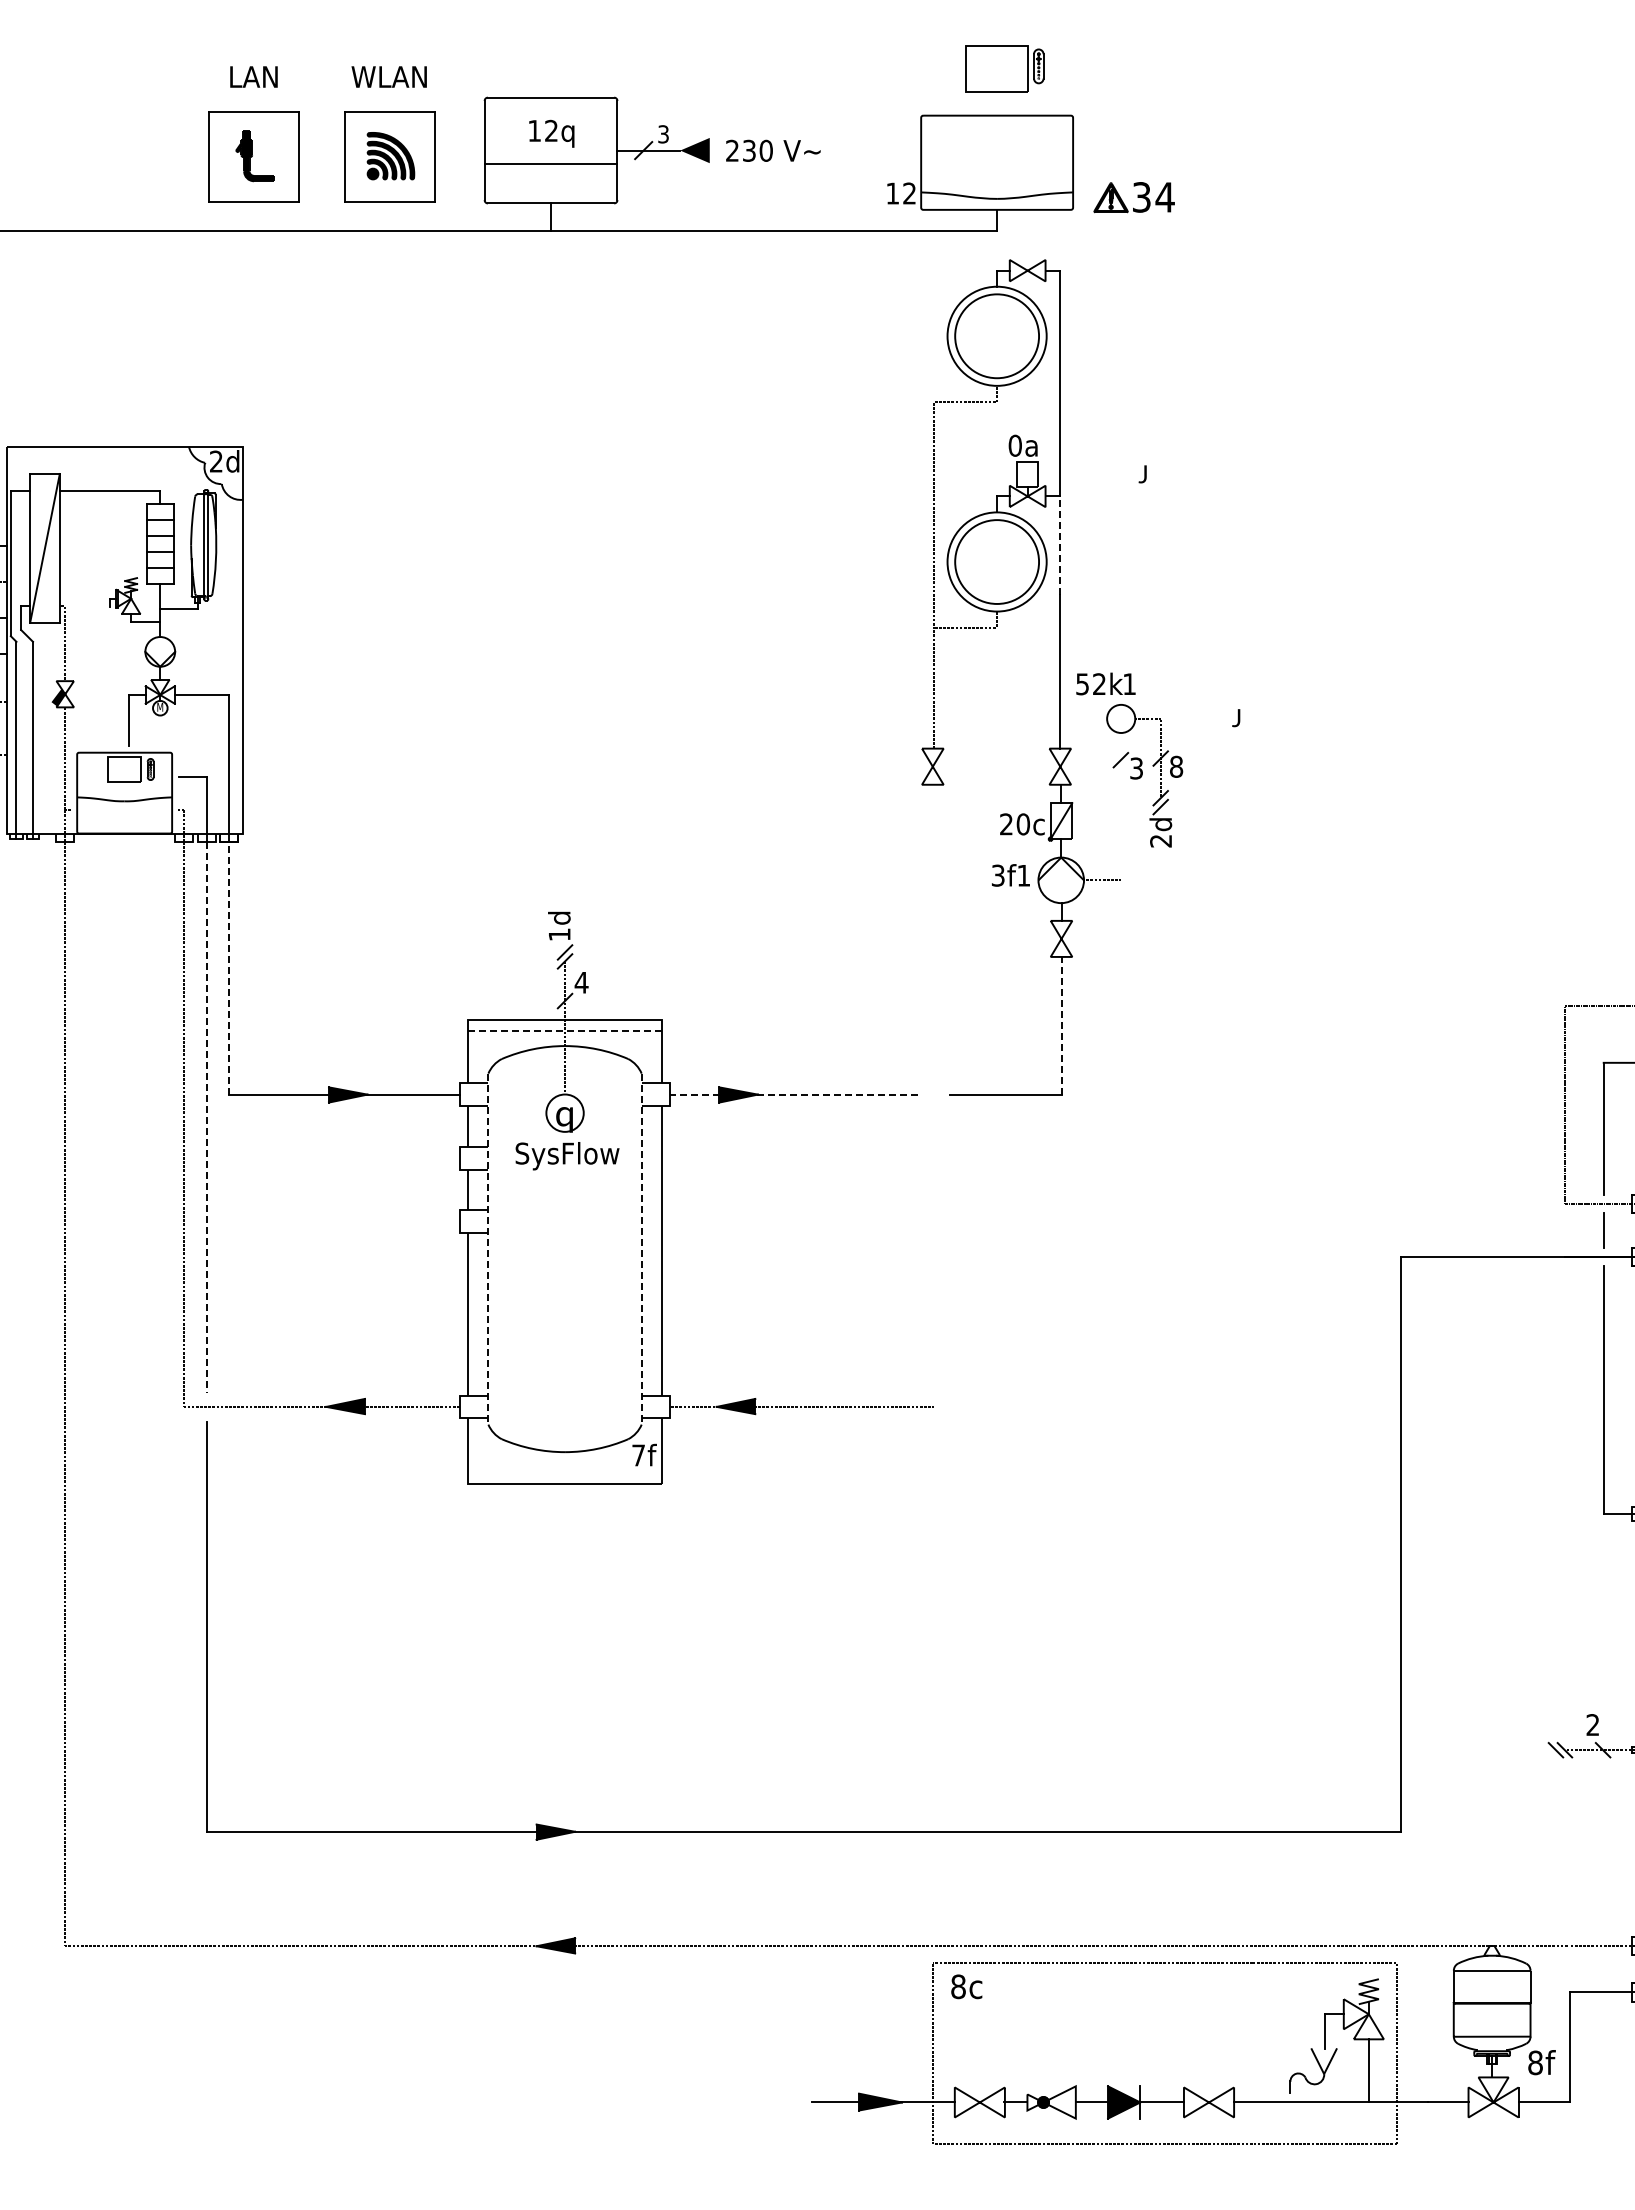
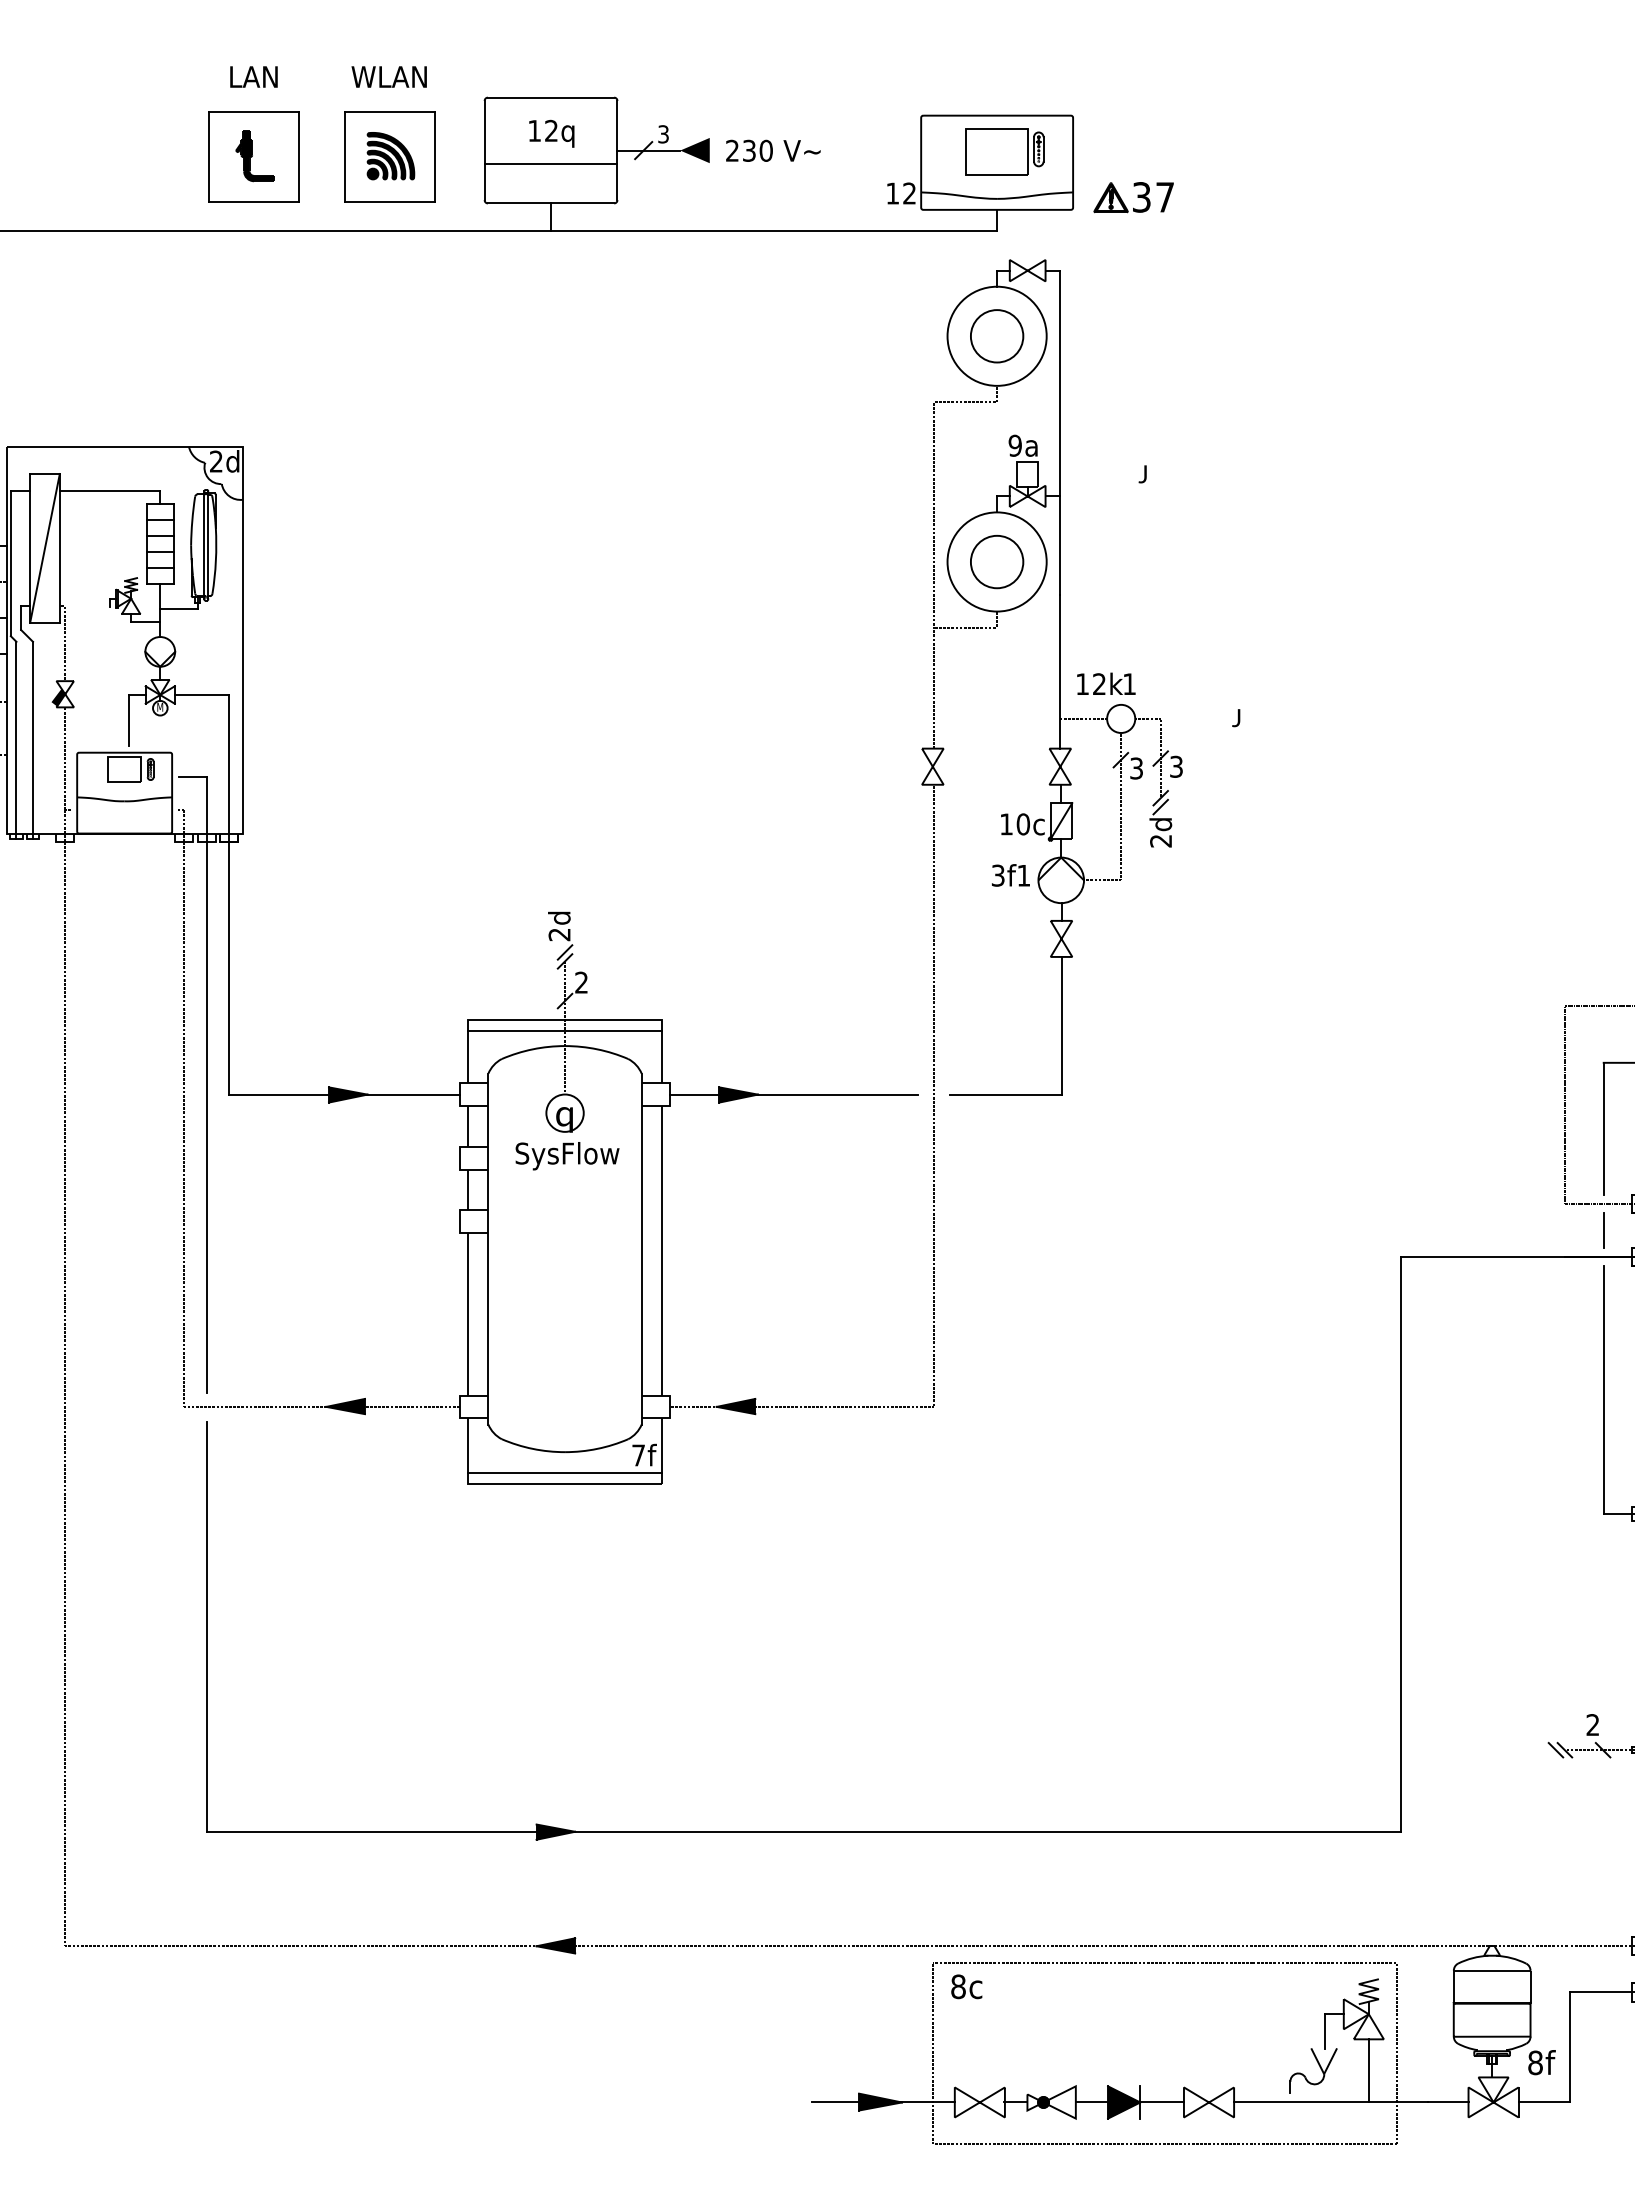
part at (1004, 68) position: (1004, 68) -> (1004, 151)
text at (1164, 197): 34 -> 37
circle at (997, 336) diameter: 84 px -> 52 px
text at (1014, 445): 0a -> 9a
line at (1060, 546): dashed -> solid
circle at (997, 561) diameter: 84 px -> 52 px
text at (1082, 684): 52k -> 12k
line at (1083, 718): none -> present
text at (1176, 766): 8 -> 3
line at (1120, 806): none -> present
text at (1006, 824): 20c -> 10c
text at (559, 934): 1d -> 2d
line at (229, 968): dashed -> solid
text at (581, 982): 4 -> 2
line at (1061, 1025): dashed -> solid
line at (565, 1031): dashed -> solid
line at (793, 1094): dashed -> solid
line at (933, 1095): none -> present
line at (206, 1117): dashed -> solid
line at (488, 1249): dashed -> solid
line at (641, 1249): dashed -> solid
line at (564, 1473): none -> present
